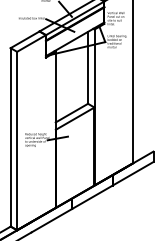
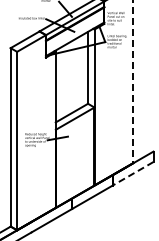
line at (133, 82): solid -> dashed
line at (132, 173): solid -> dashed
